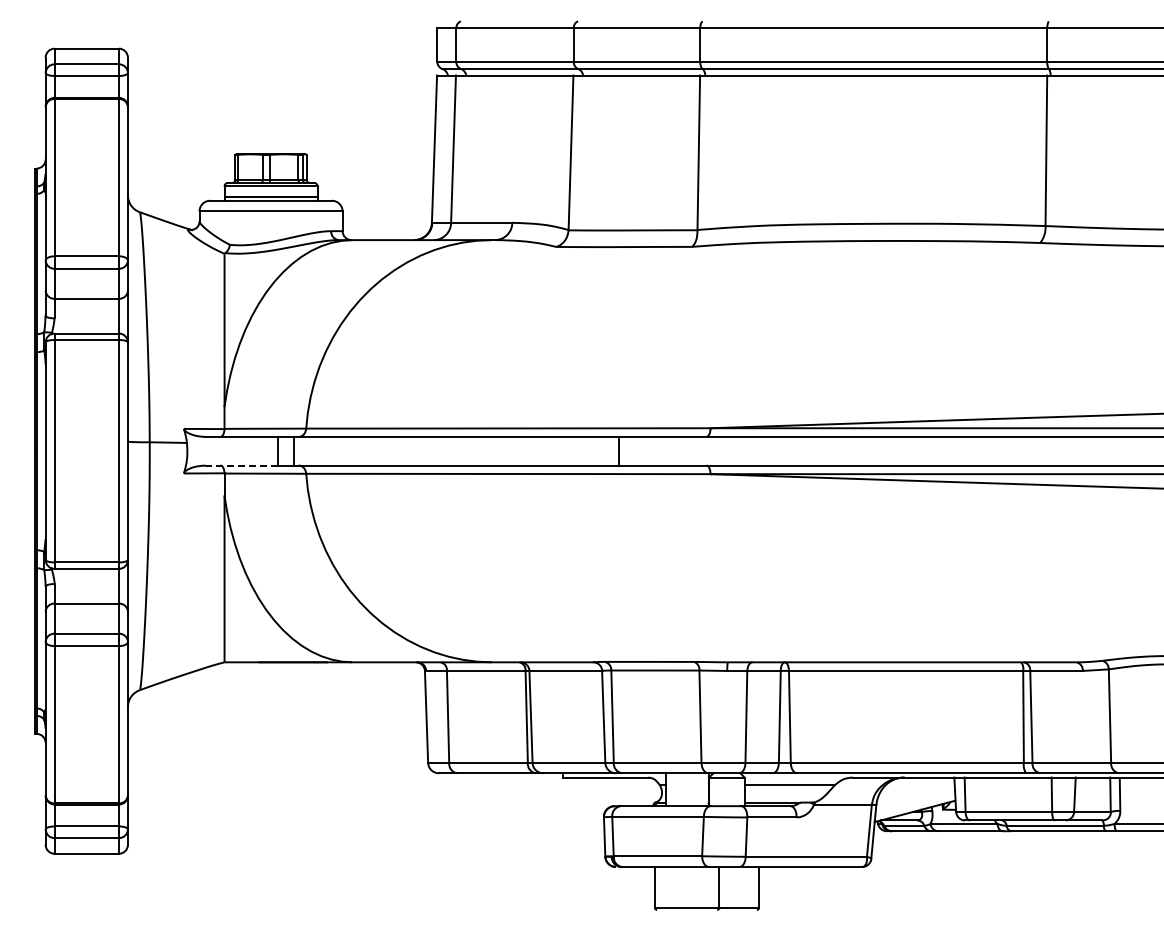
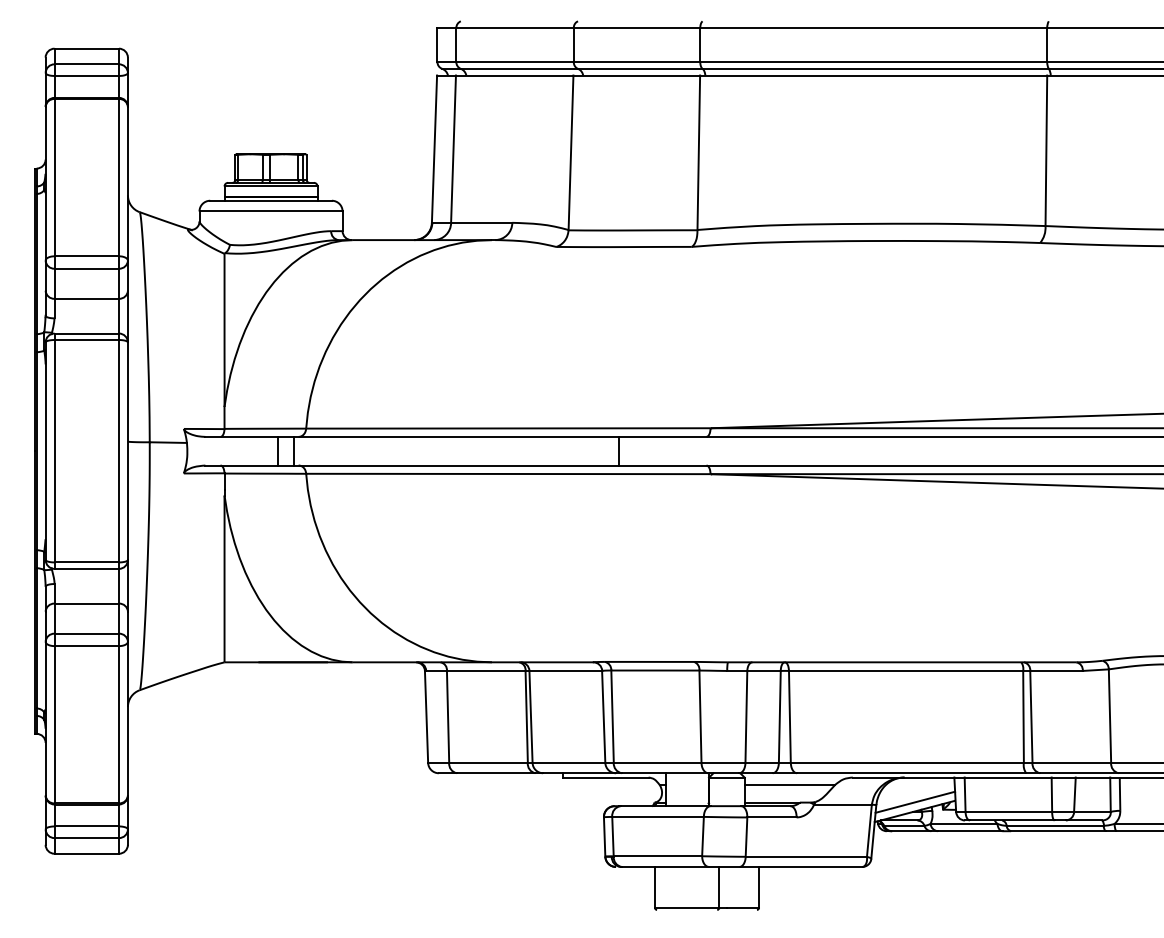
line at (241, 465): dashed -> solid
line at (915, 801): none -> present
